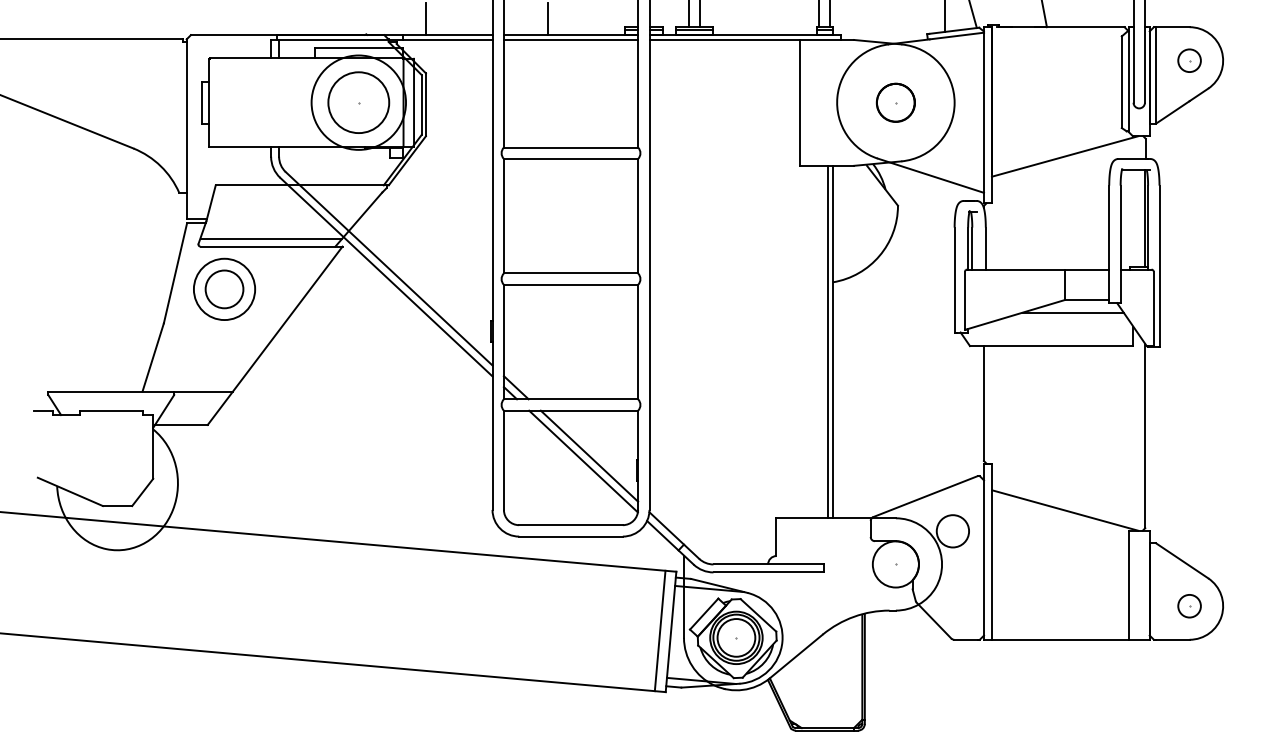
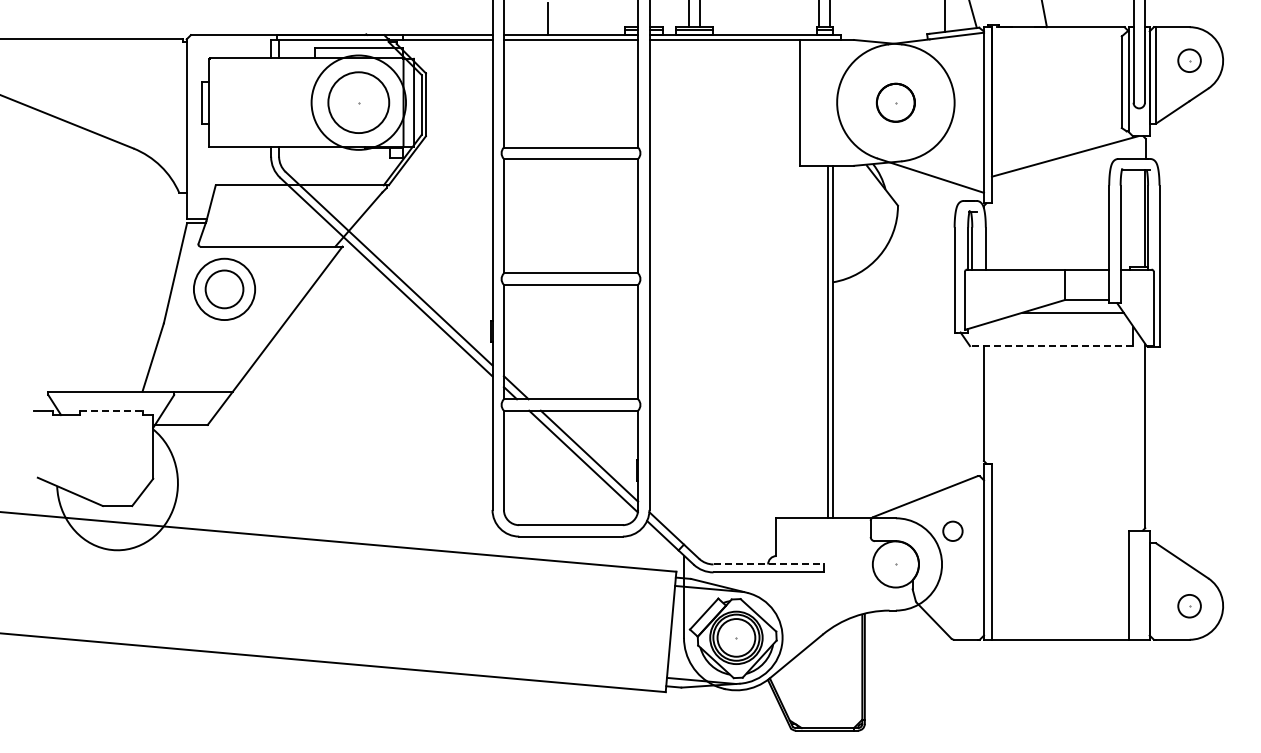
line at (425, 18): present -> none
line at (271, 239): present -> none
line at (1051, 346): solid -> dashed
line at (111, 410): solid -> dashed
line at (1065, 510): present -> none
circle at (952, 531) diameter: 32 px -> 19 px
line at (769, 564): solid -> dashed
line at (659, 630): present -> none
